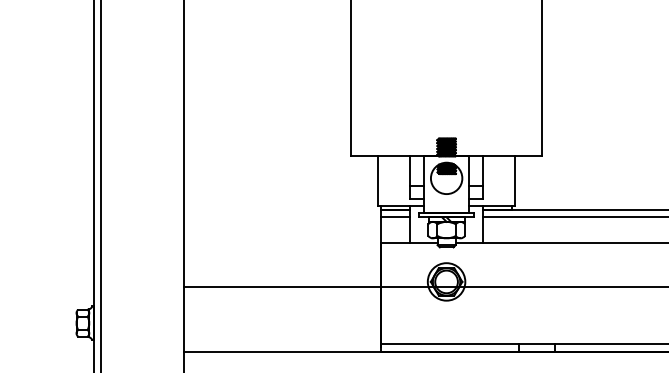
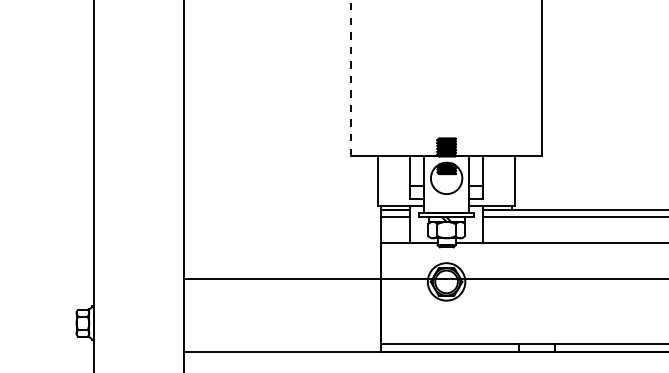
line at (351, 78): solid -> dashed
line at (101, 185): present -> none
line at (424, 286) position: (424, 286) -> (424, 278)
